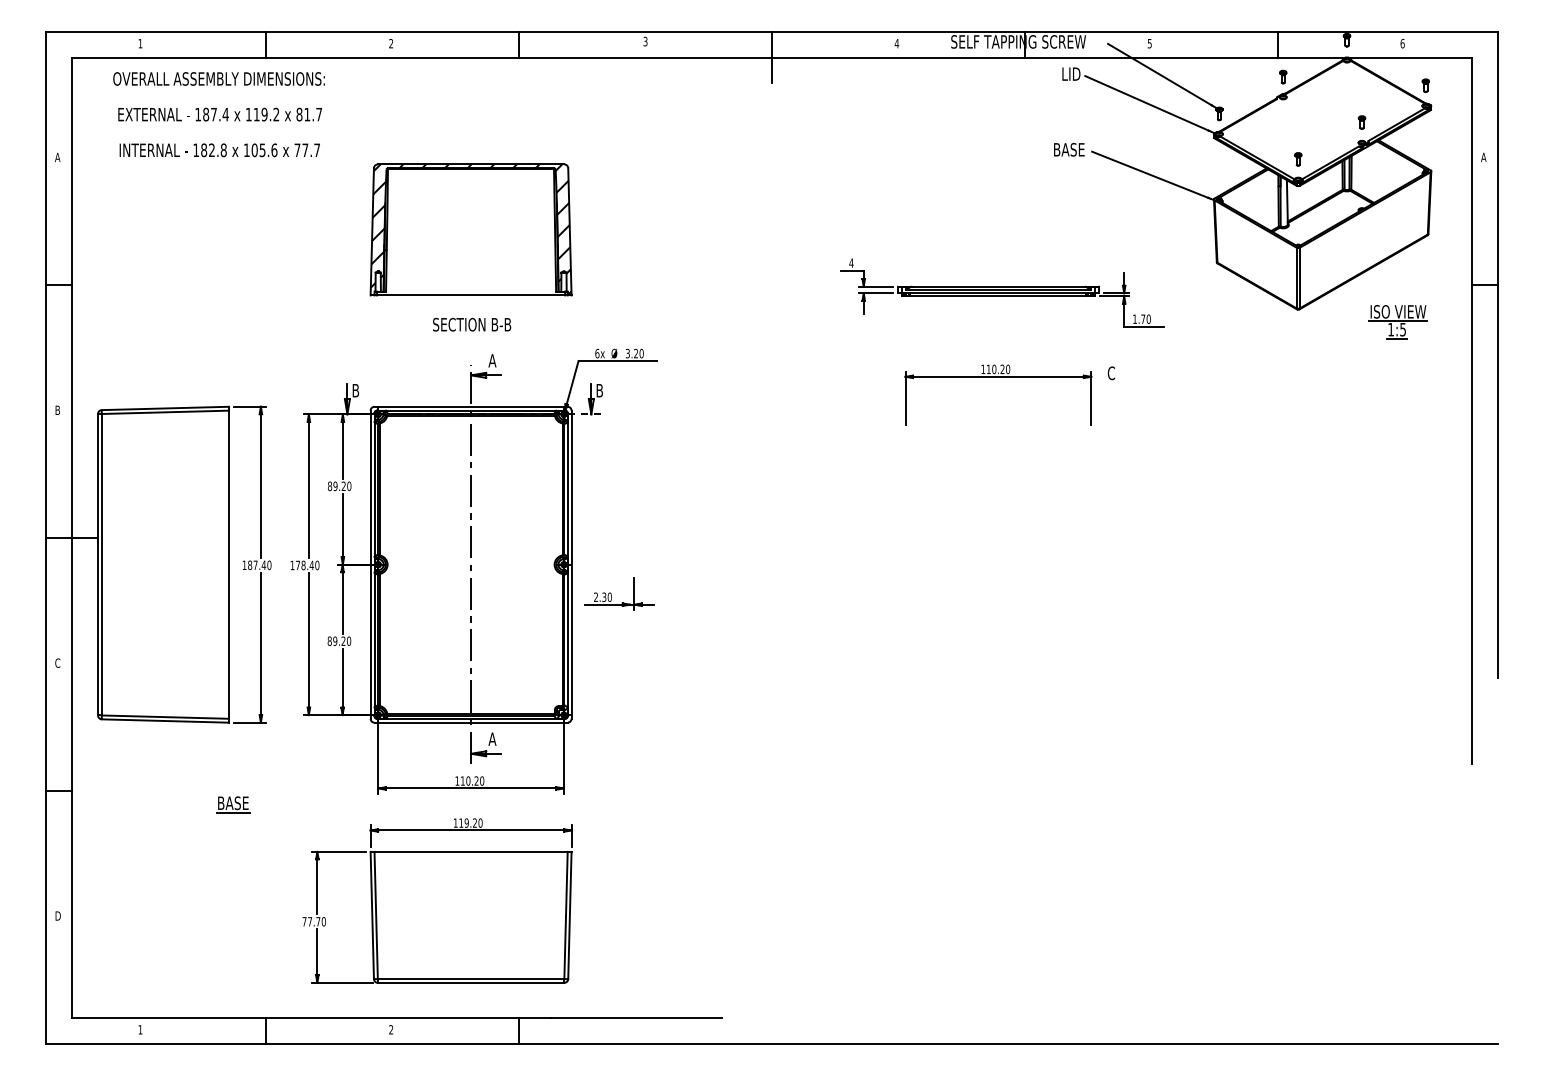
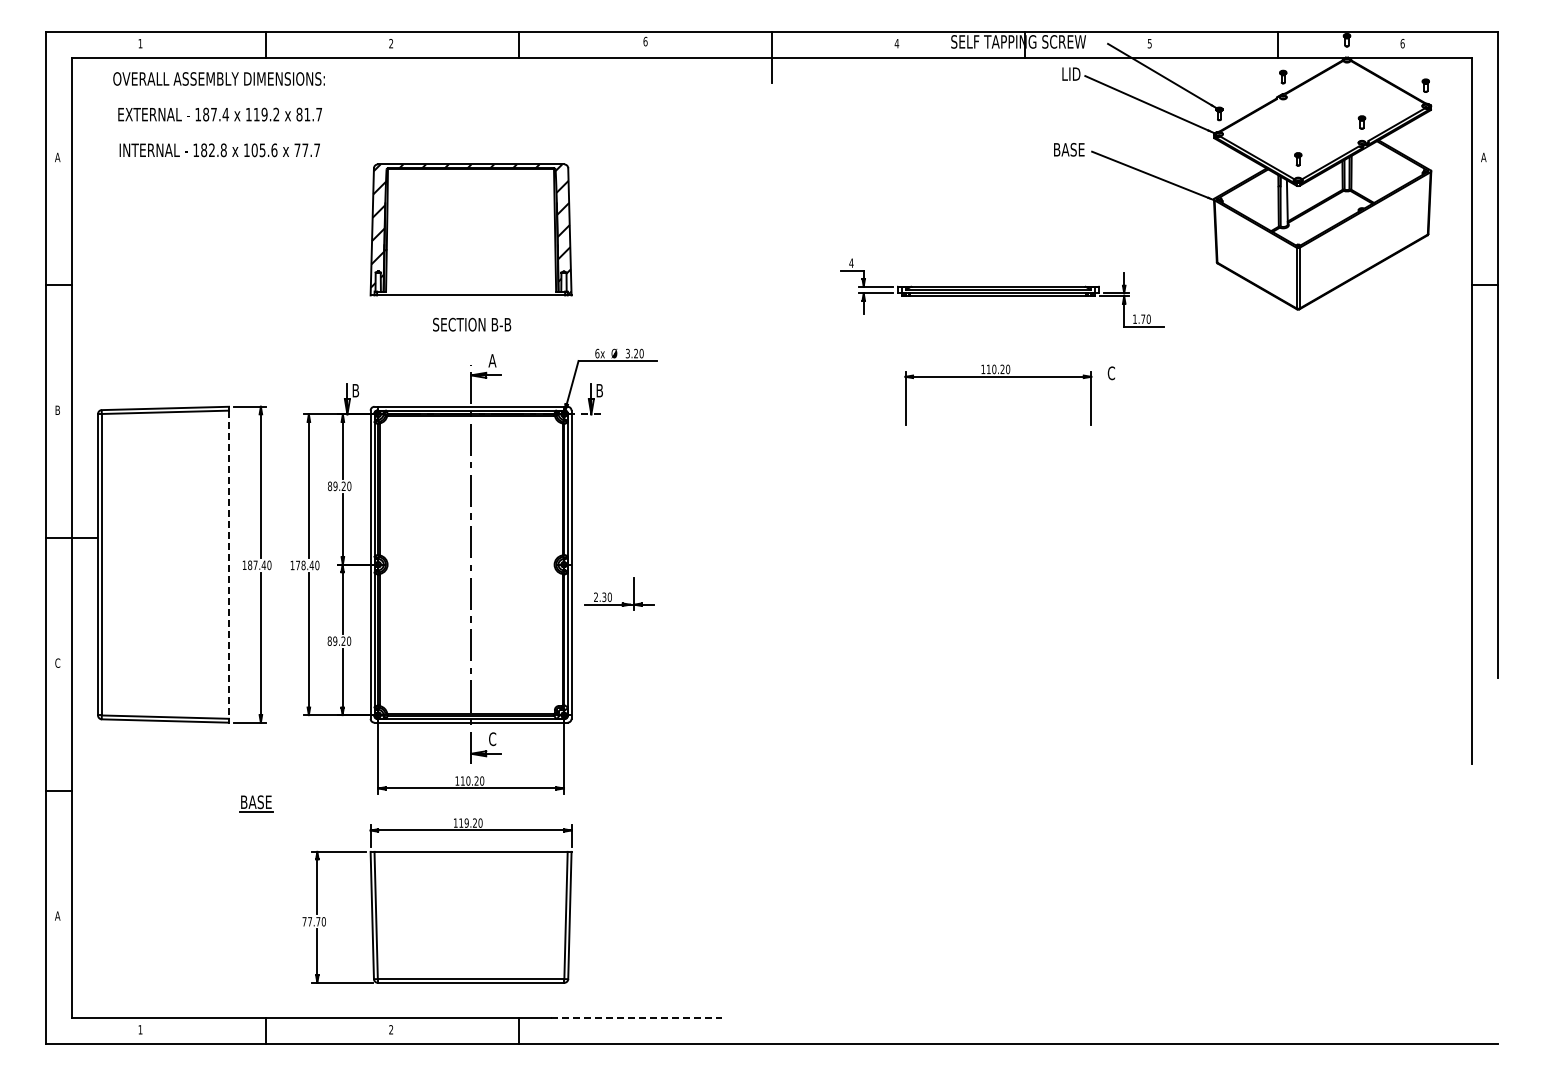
text at (645, 41): 3 -> 6
part at (1397, 322): present -> none
line at (229, 565): solid -> dashed
text at (492, 739): A -> C
part at (233, 804) position: (233, 804) -> (256, 803)
text at (57, 915): D -> A
line at (636, 1018): solid -> dashed
